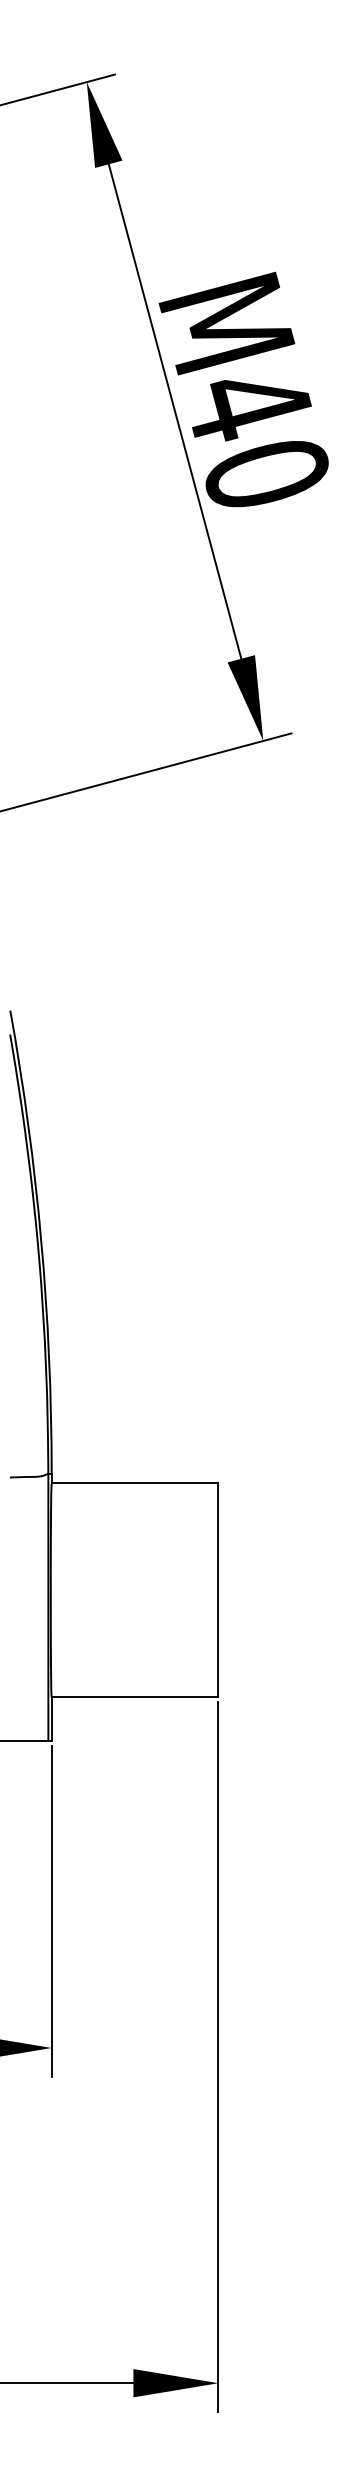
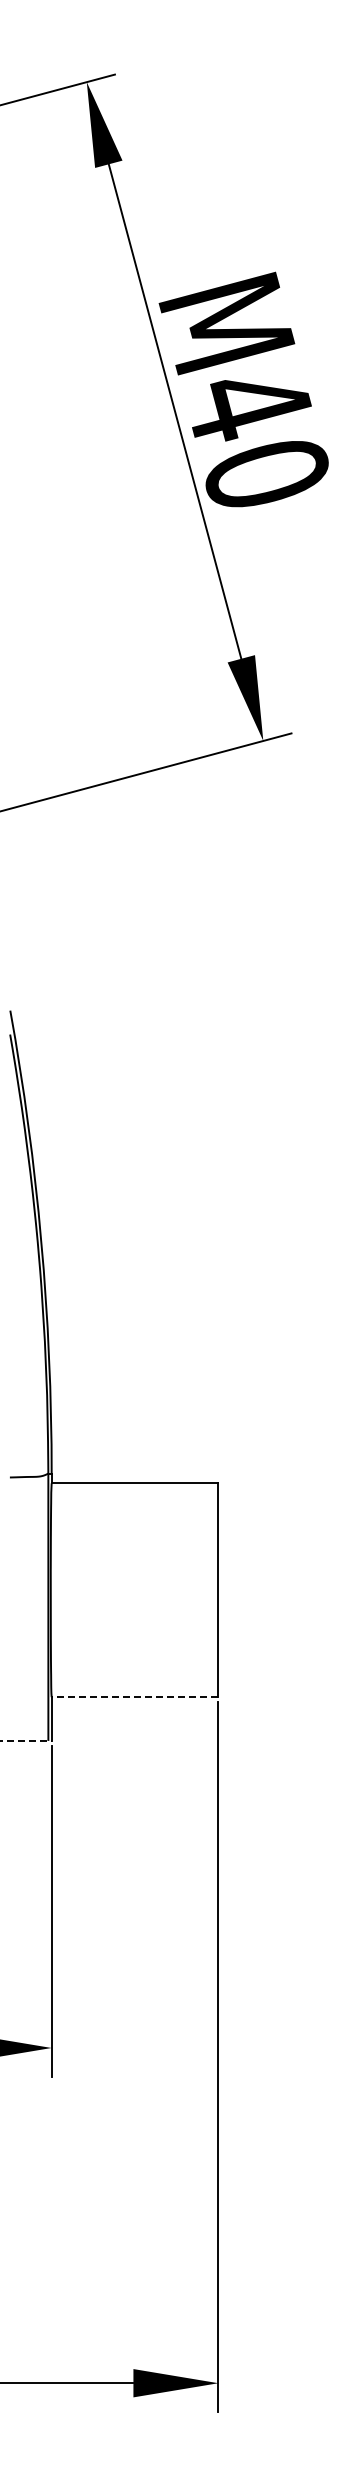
line at (134, 1697): solid -> dashed
line at (26, 1740): solid -> dashed
